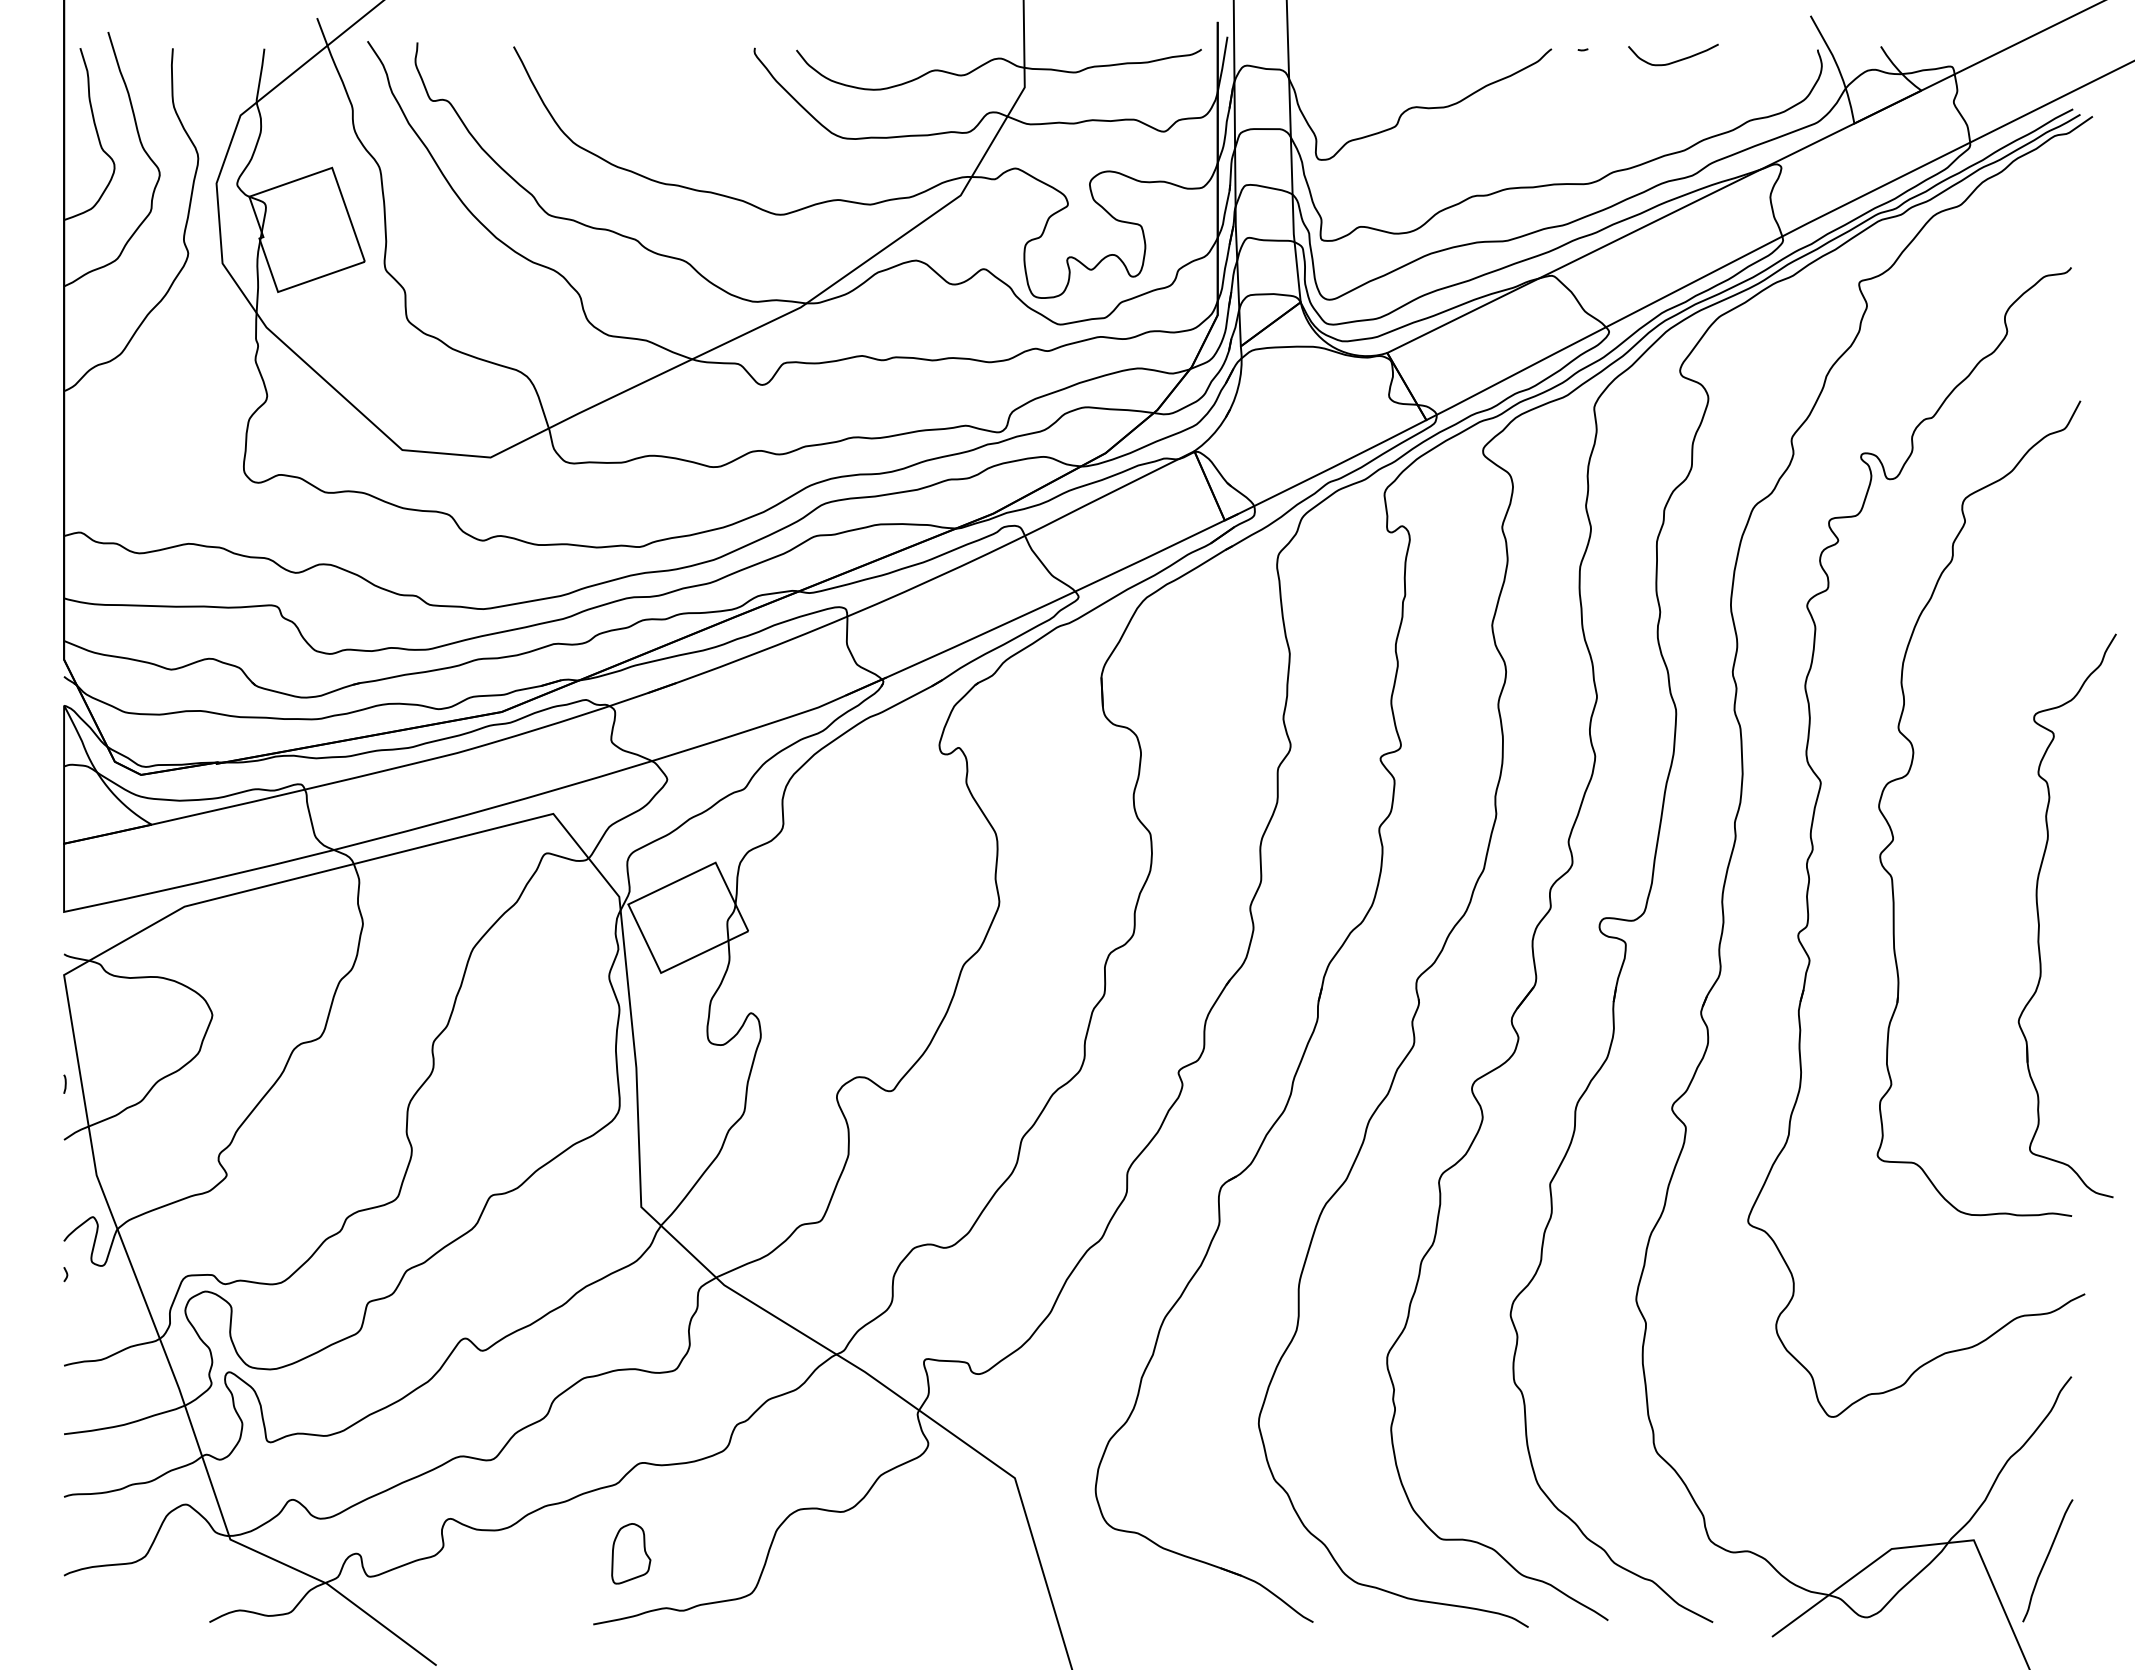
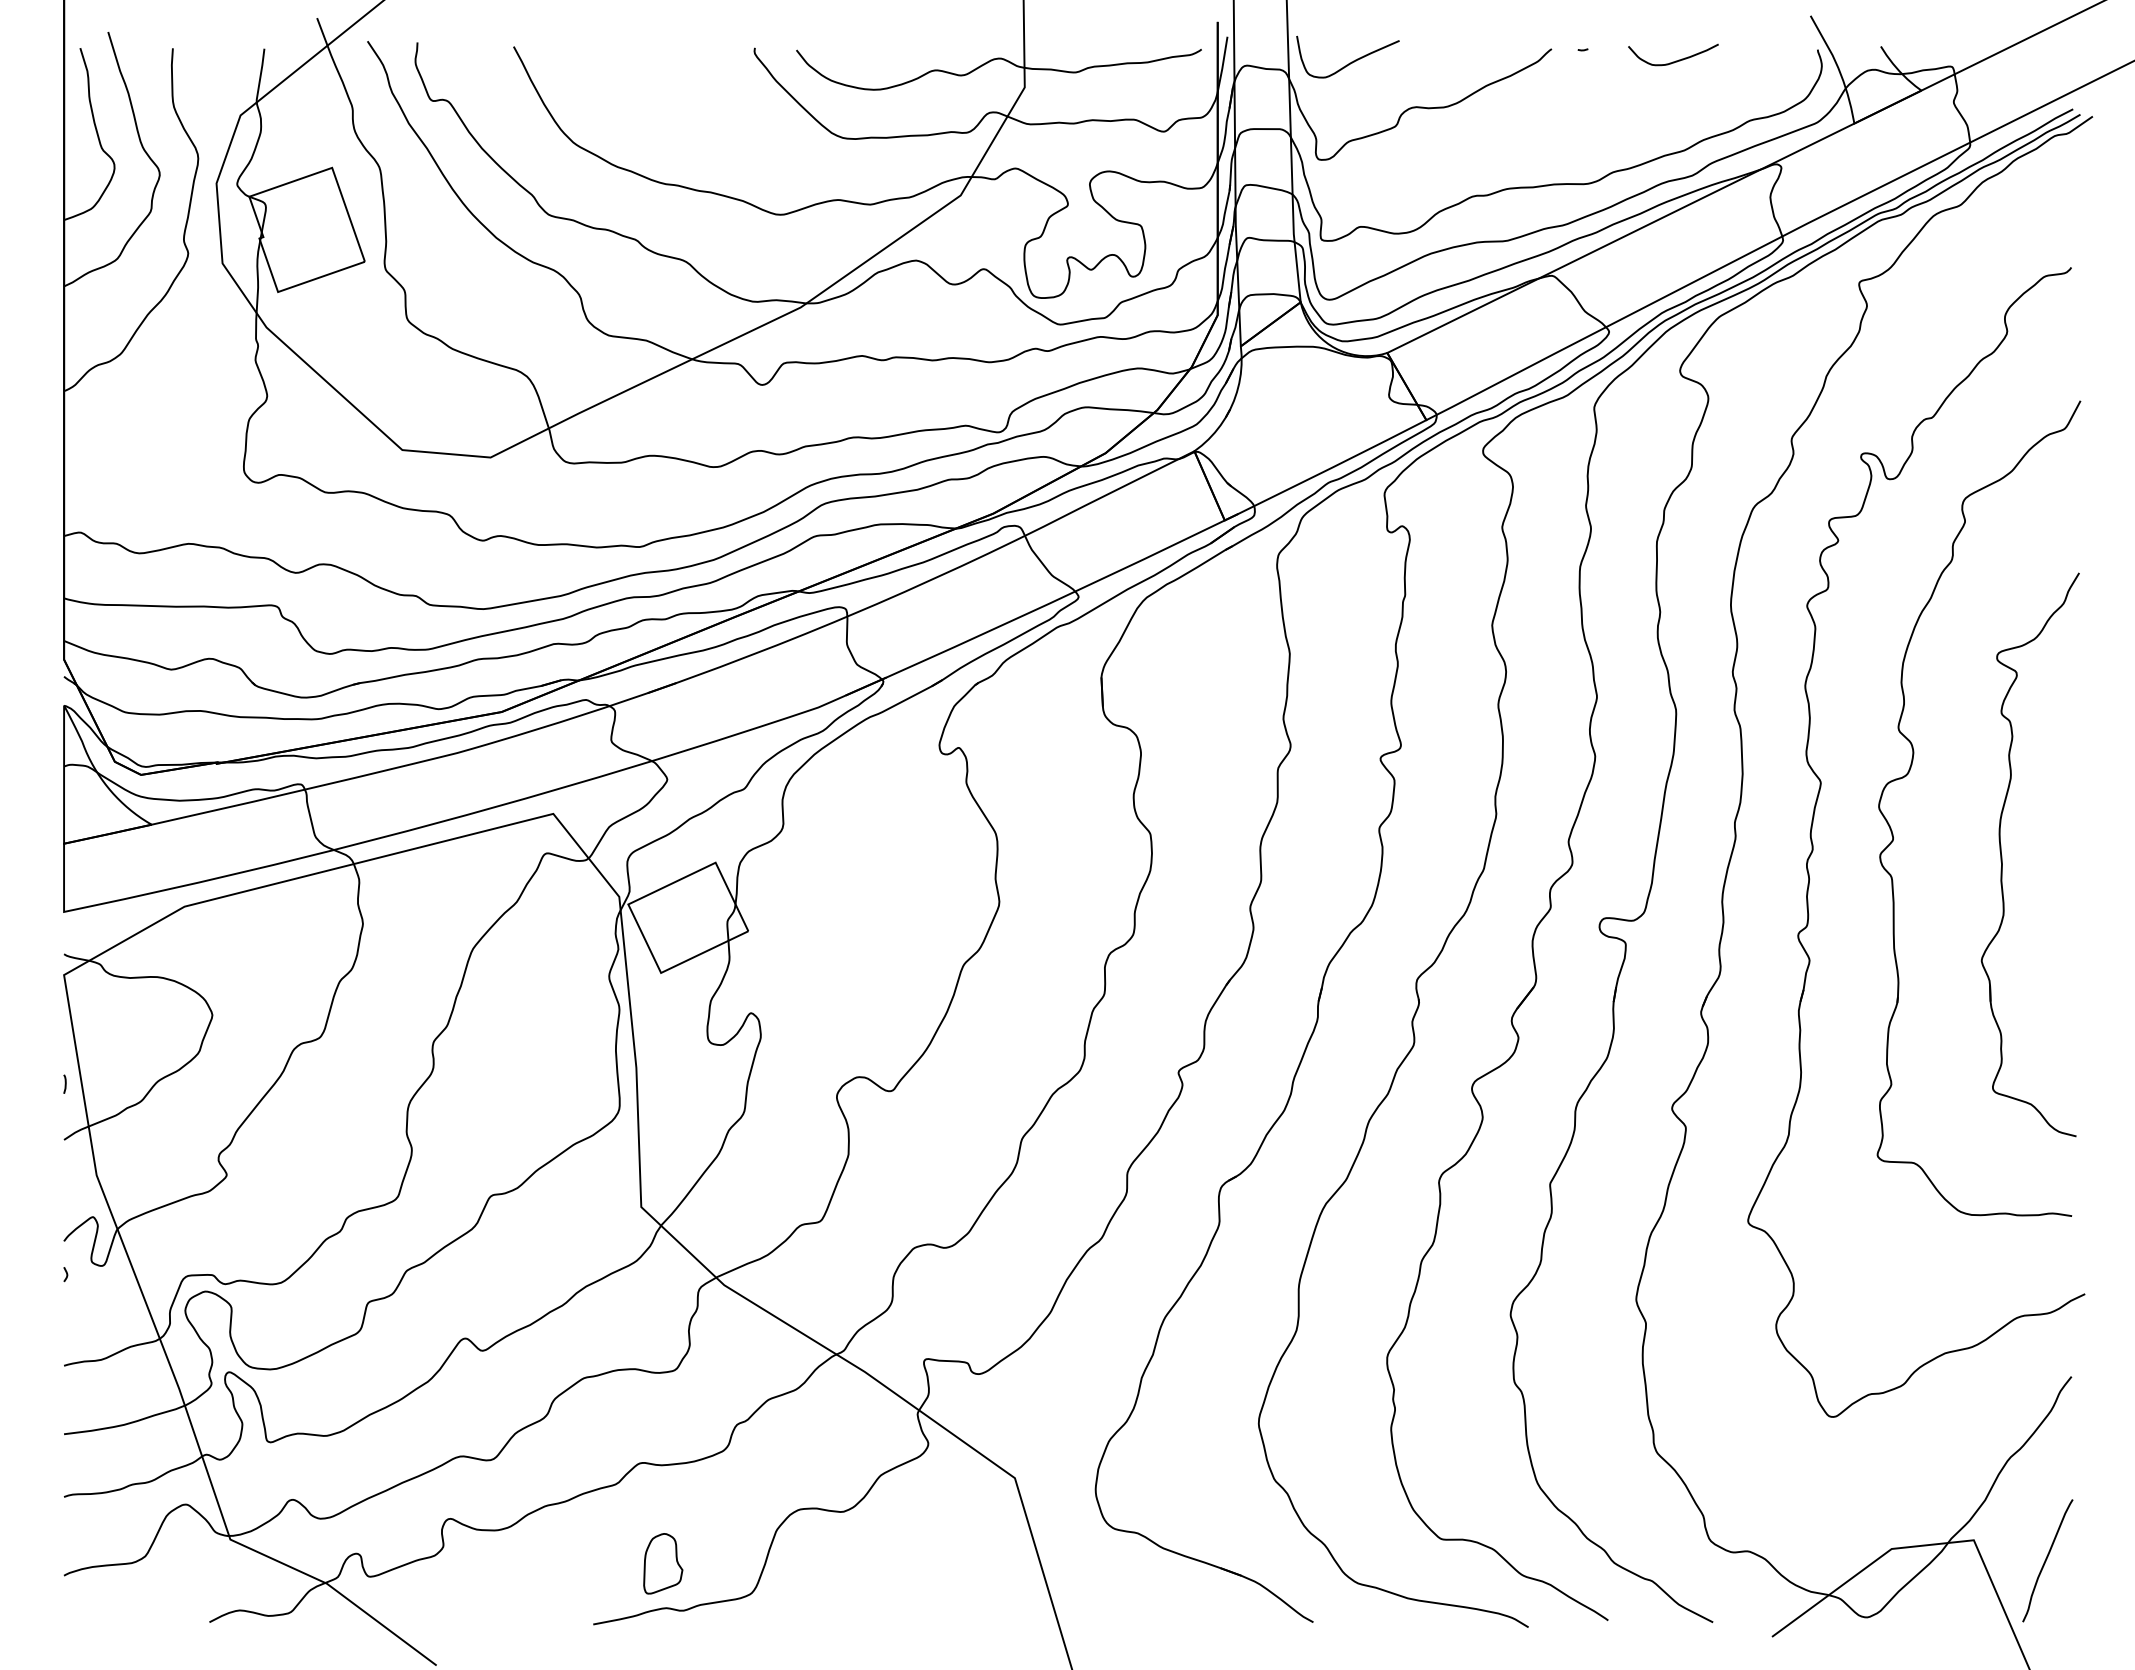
curve at (1349, 62): none -> present
part at (2039, 916) position: (2039, 916) -> (2002, 855)
part at (631, 1553) position: (631, 1553) -> (663, 1563)
